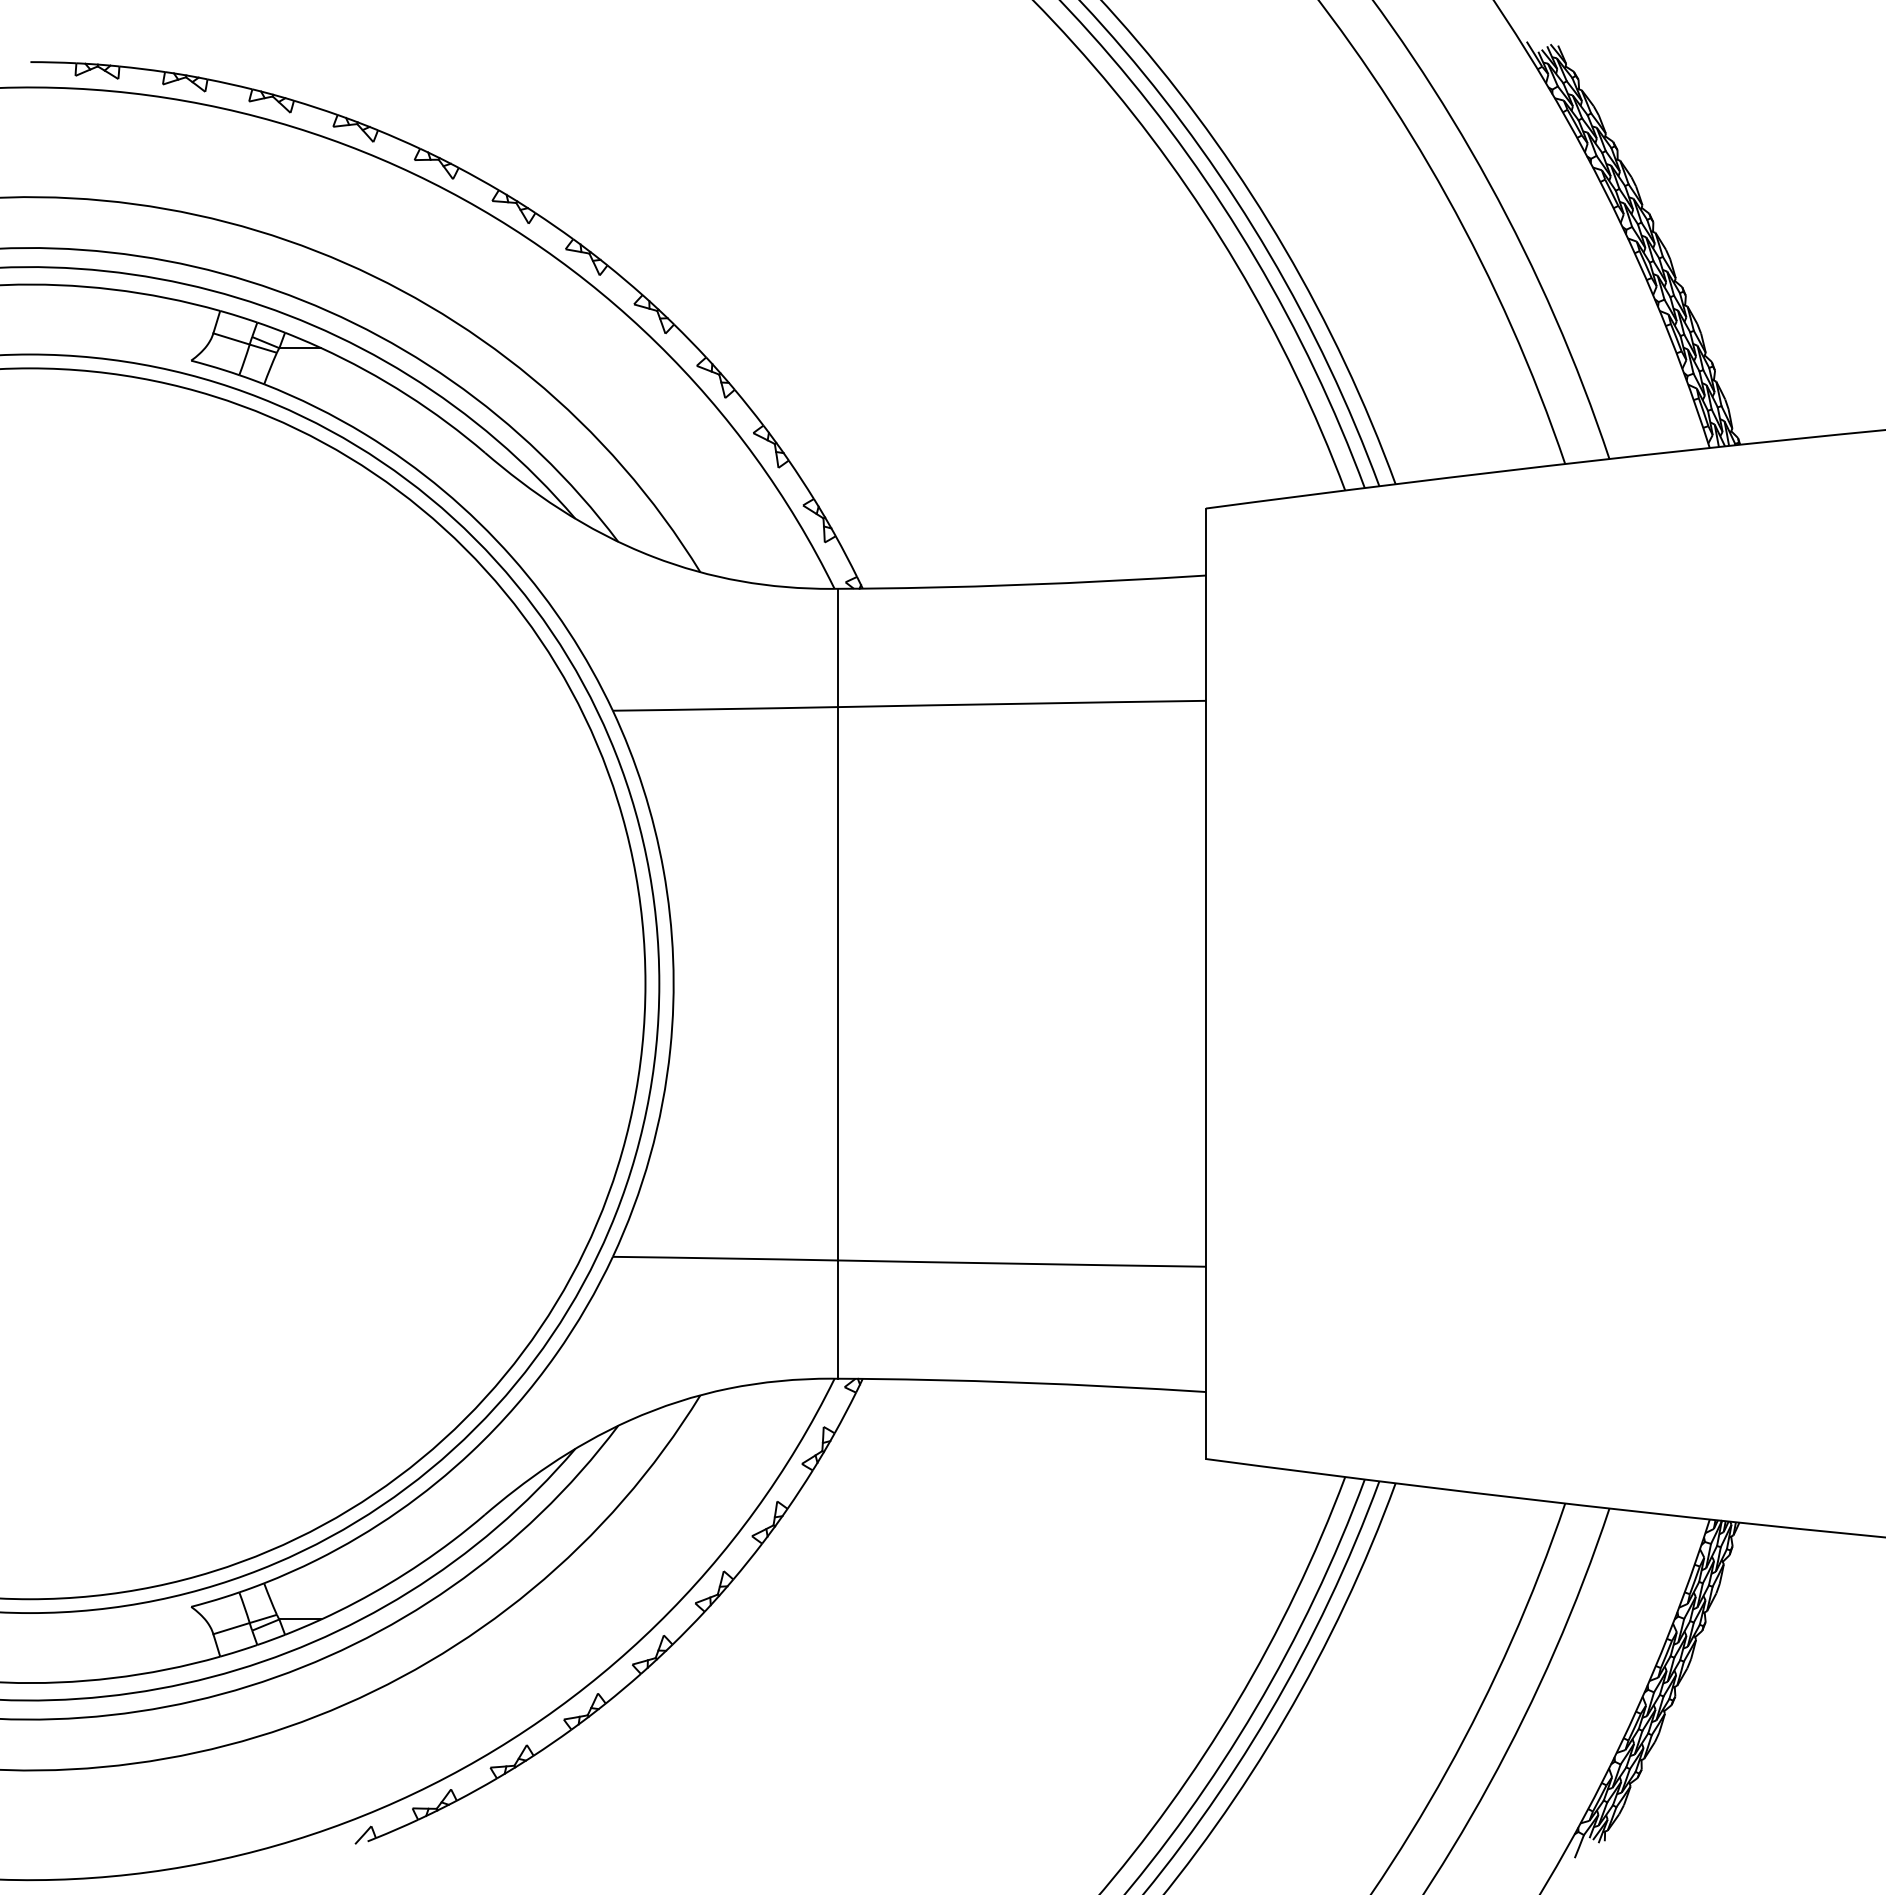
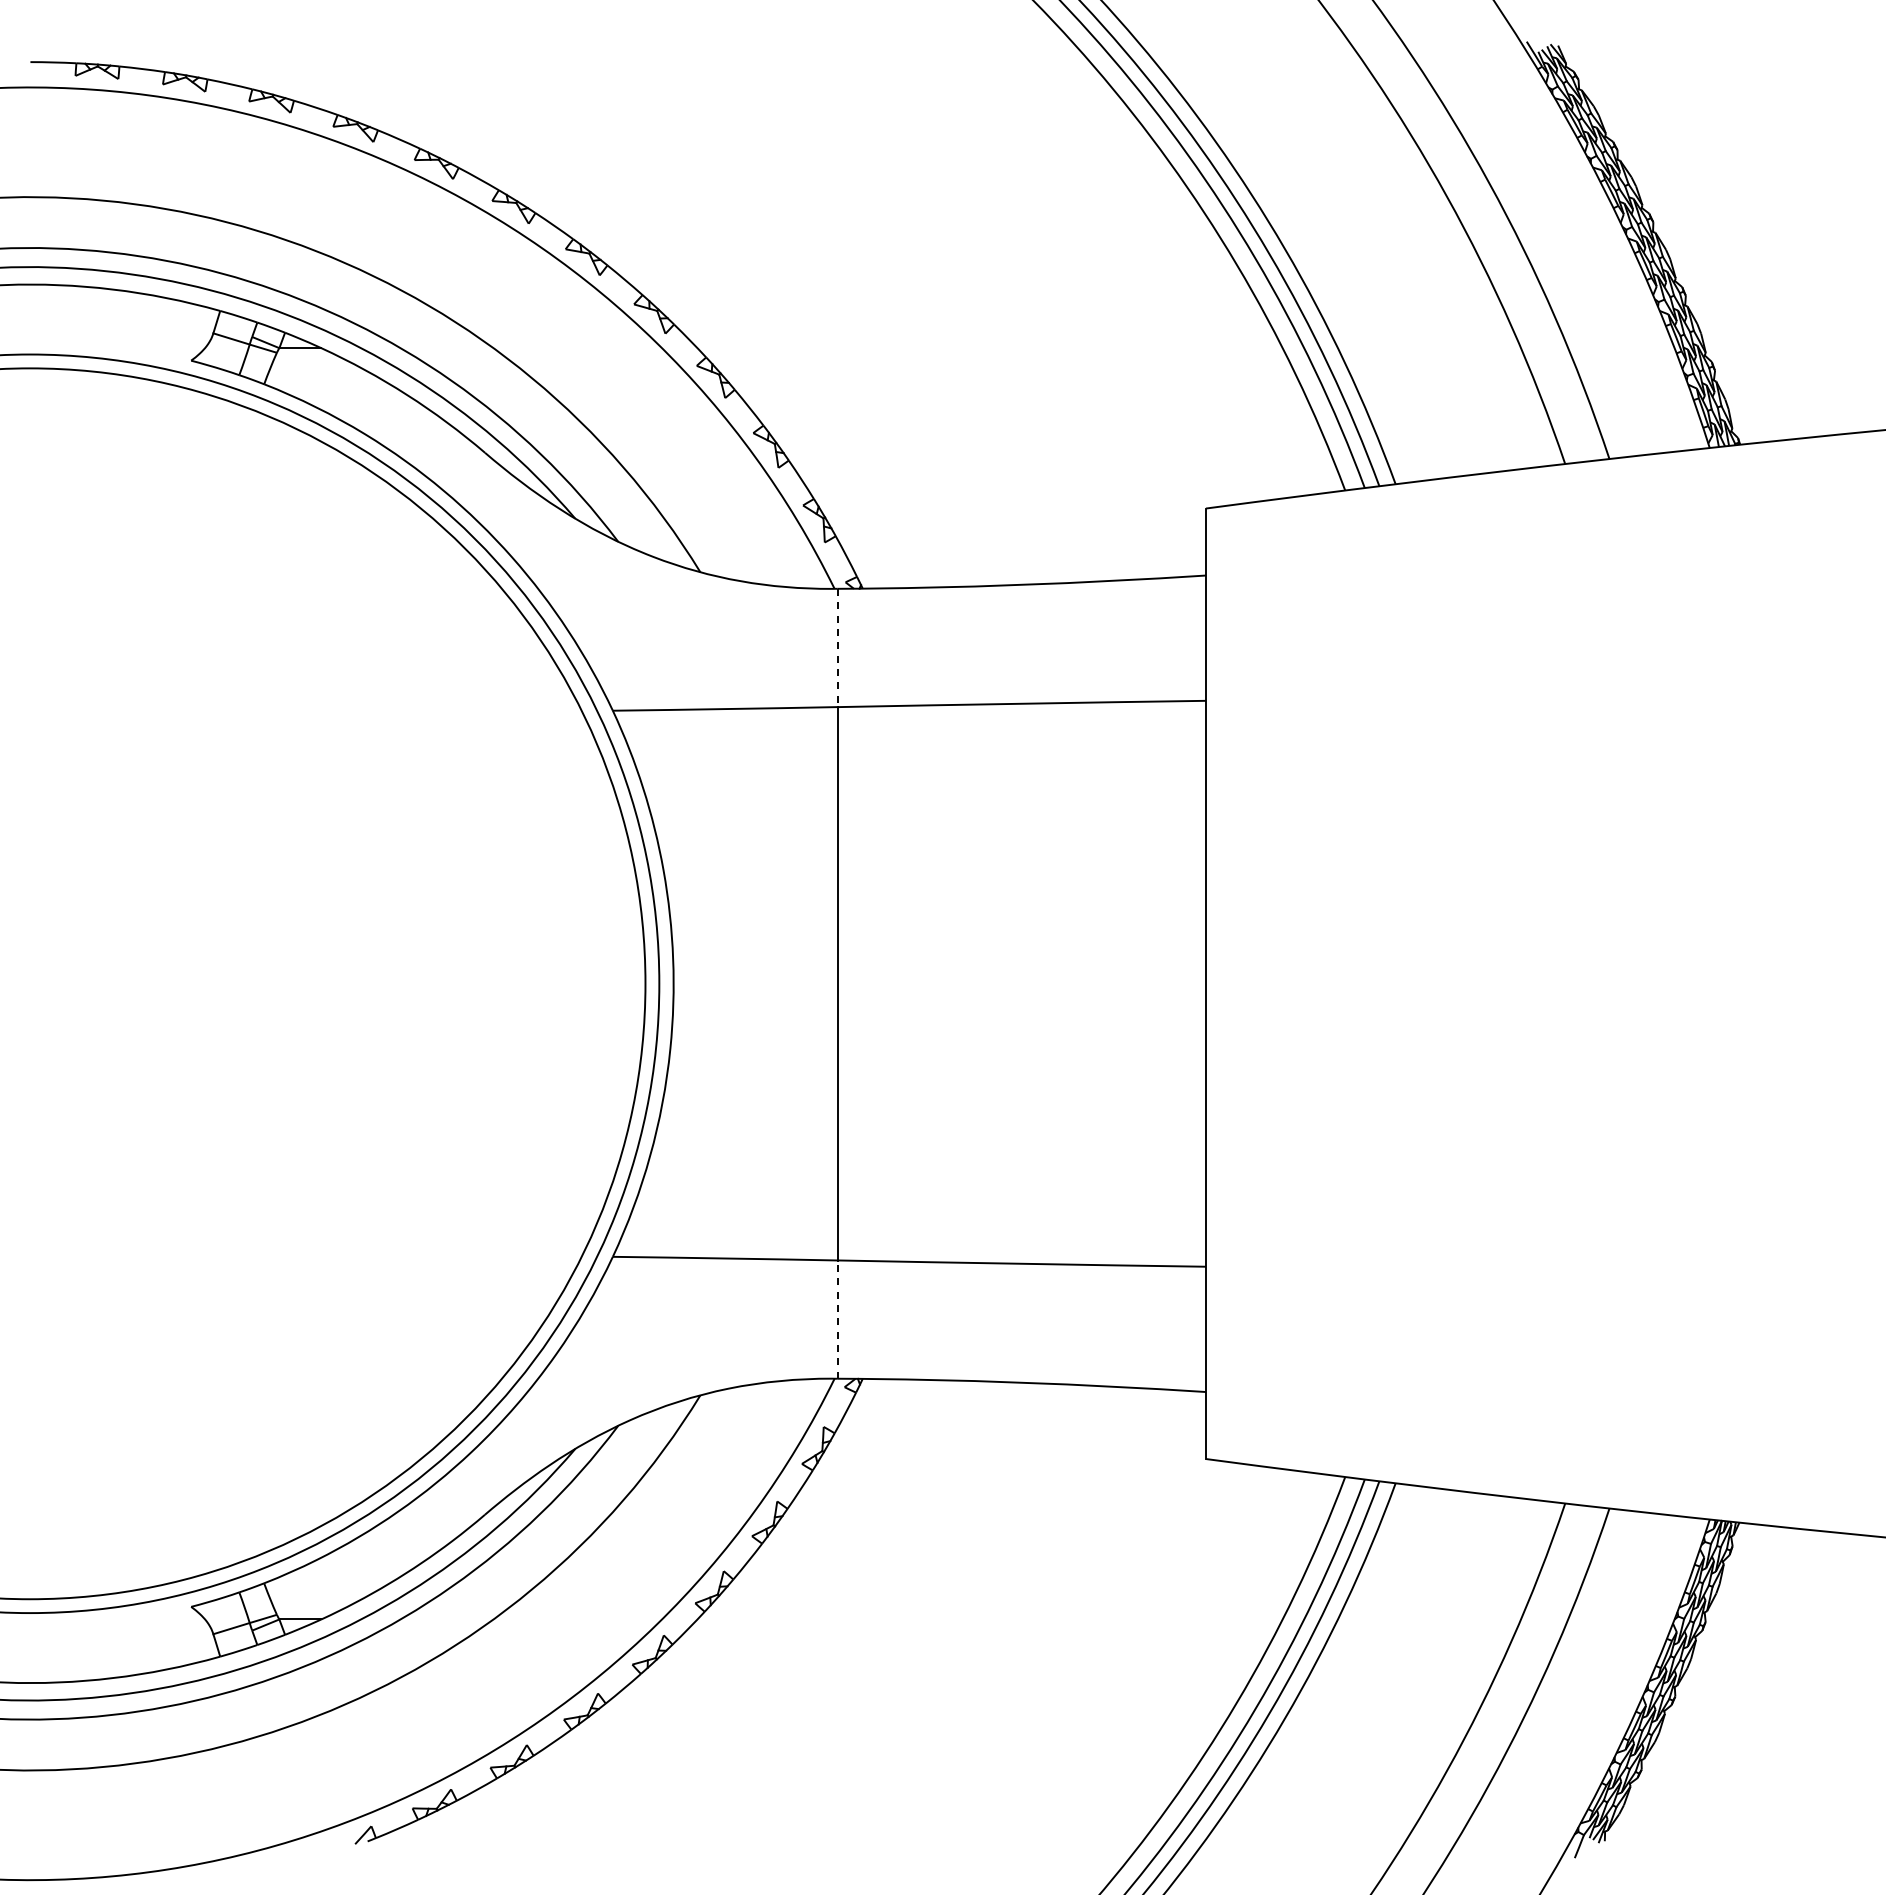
line at (837, 648): solid -> dashed
line at (837, 1319): solid -> dashed
